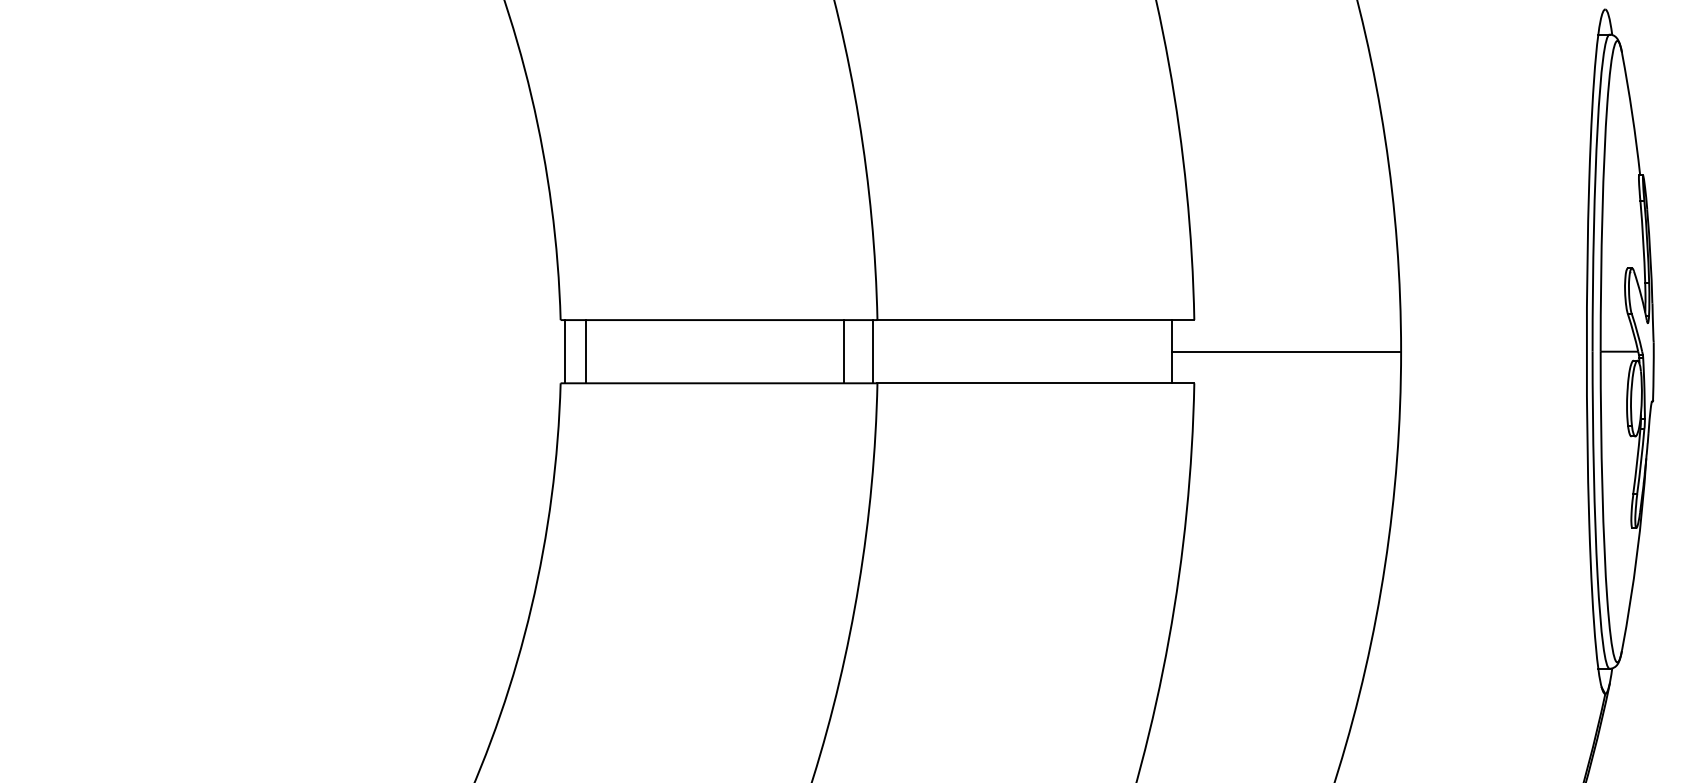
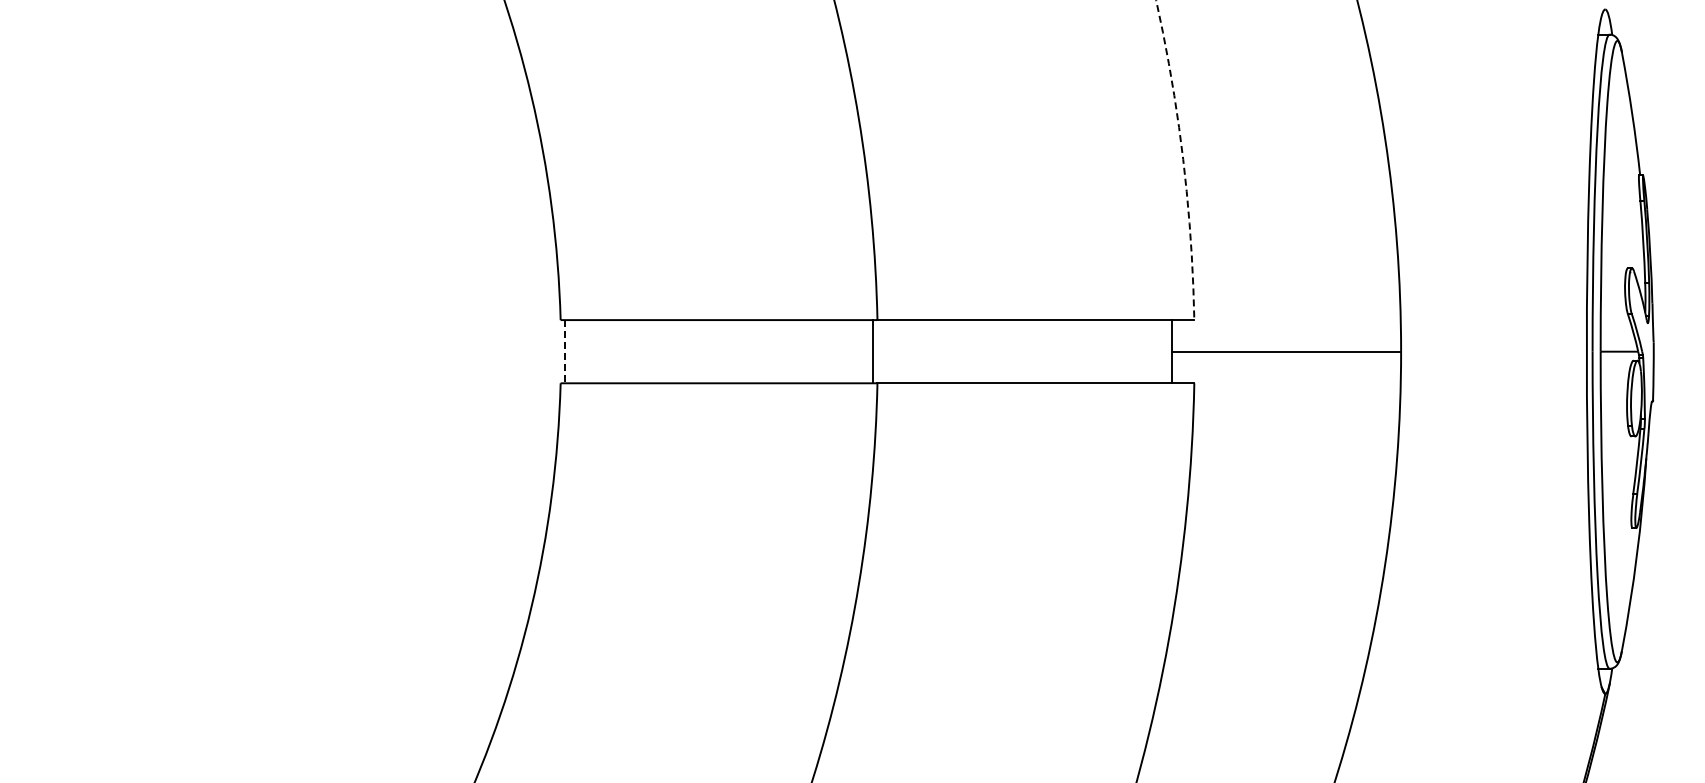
arc at (1183, 159): solid -> dashed
line at (565, 351): solid -> dashed
line at (585, 351): present -> none
line at (843, 351): present -> none
